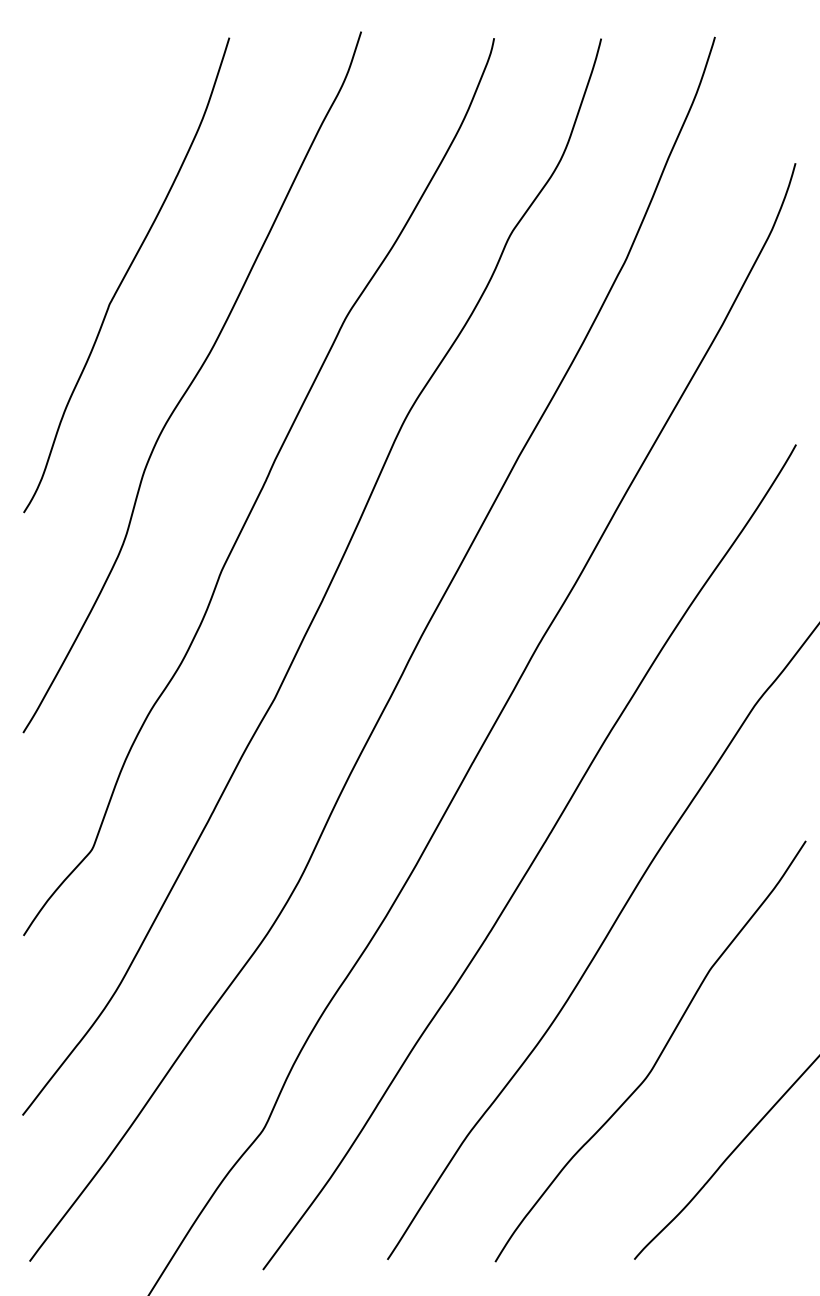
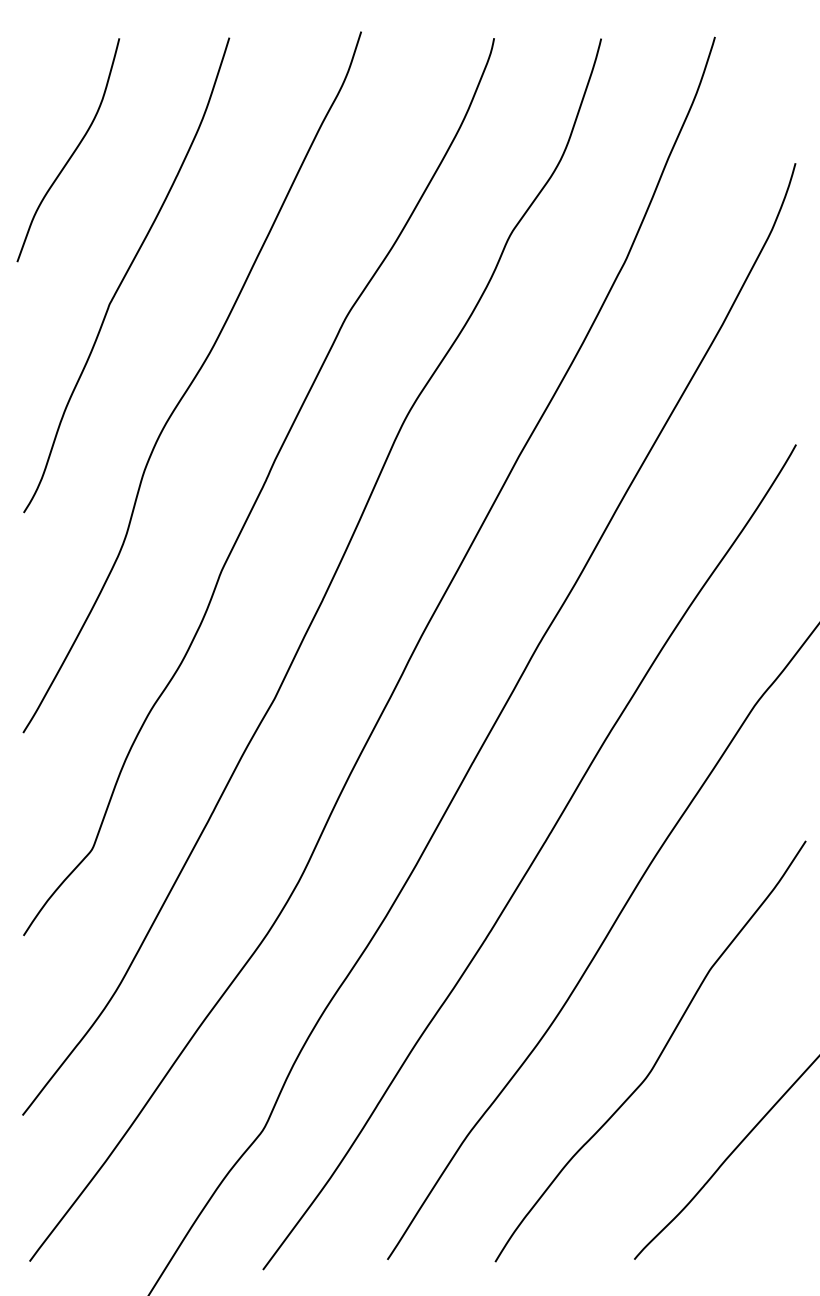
curve at (72, 152): none -> present
